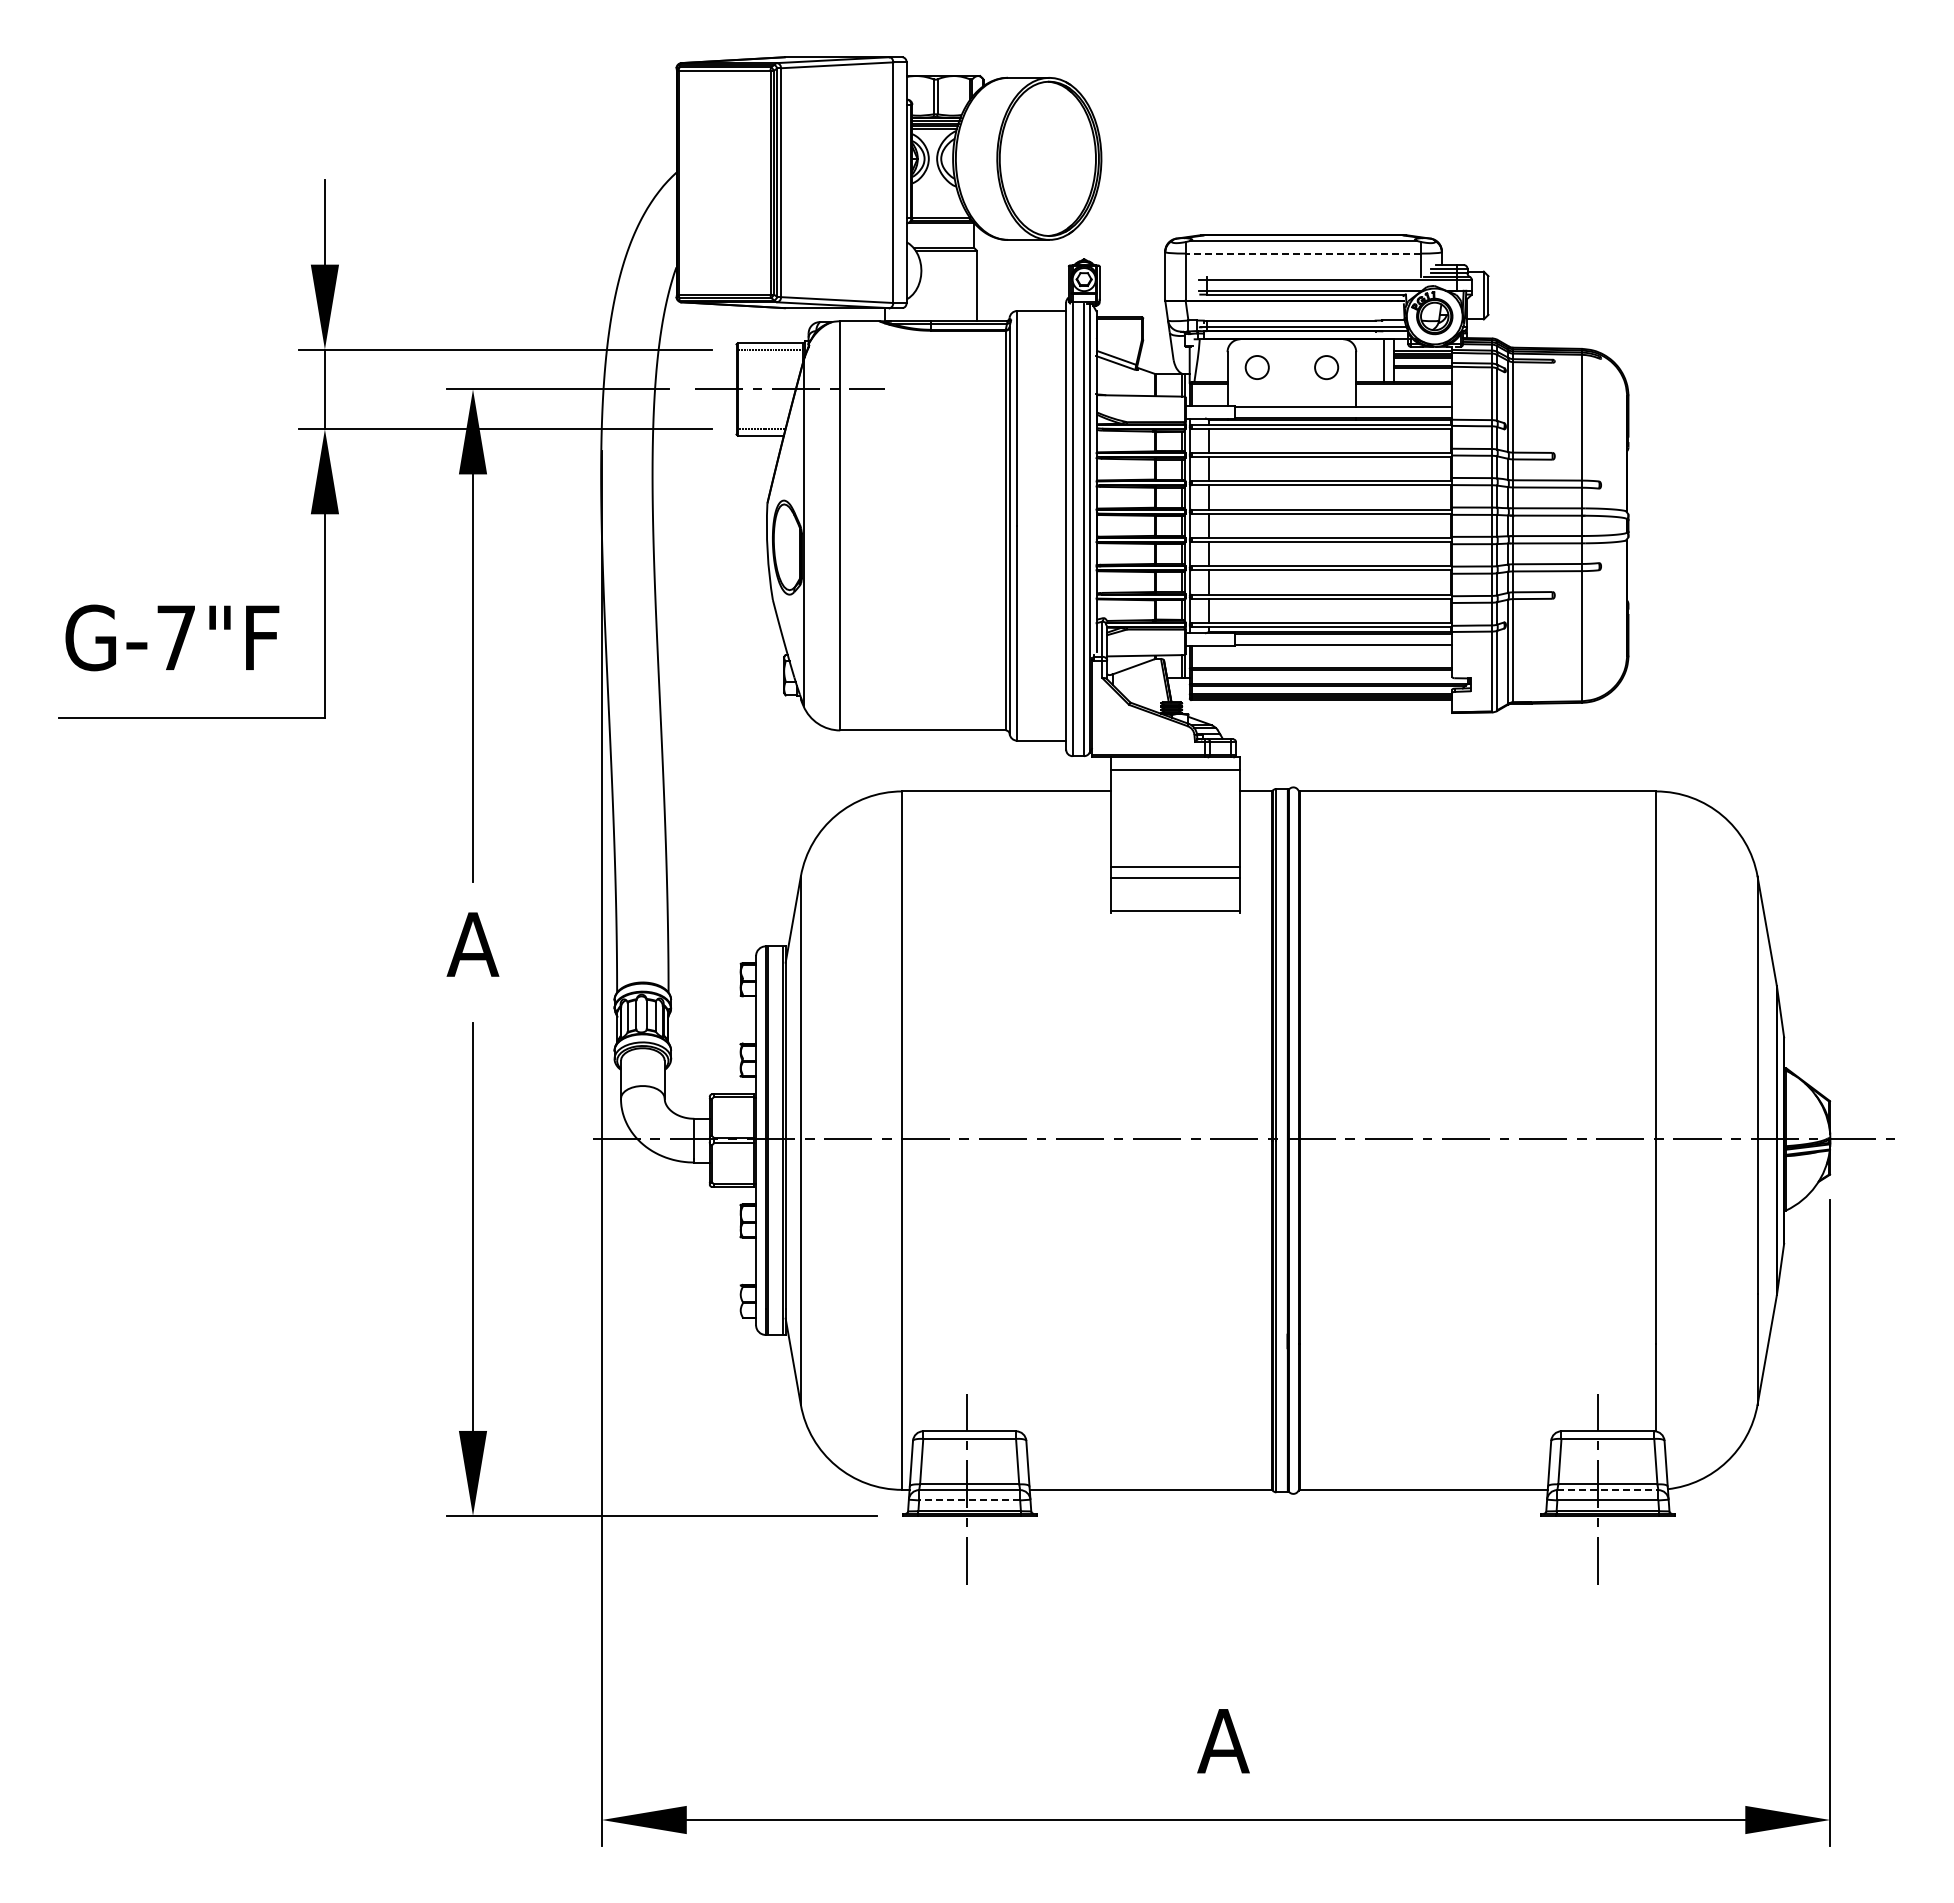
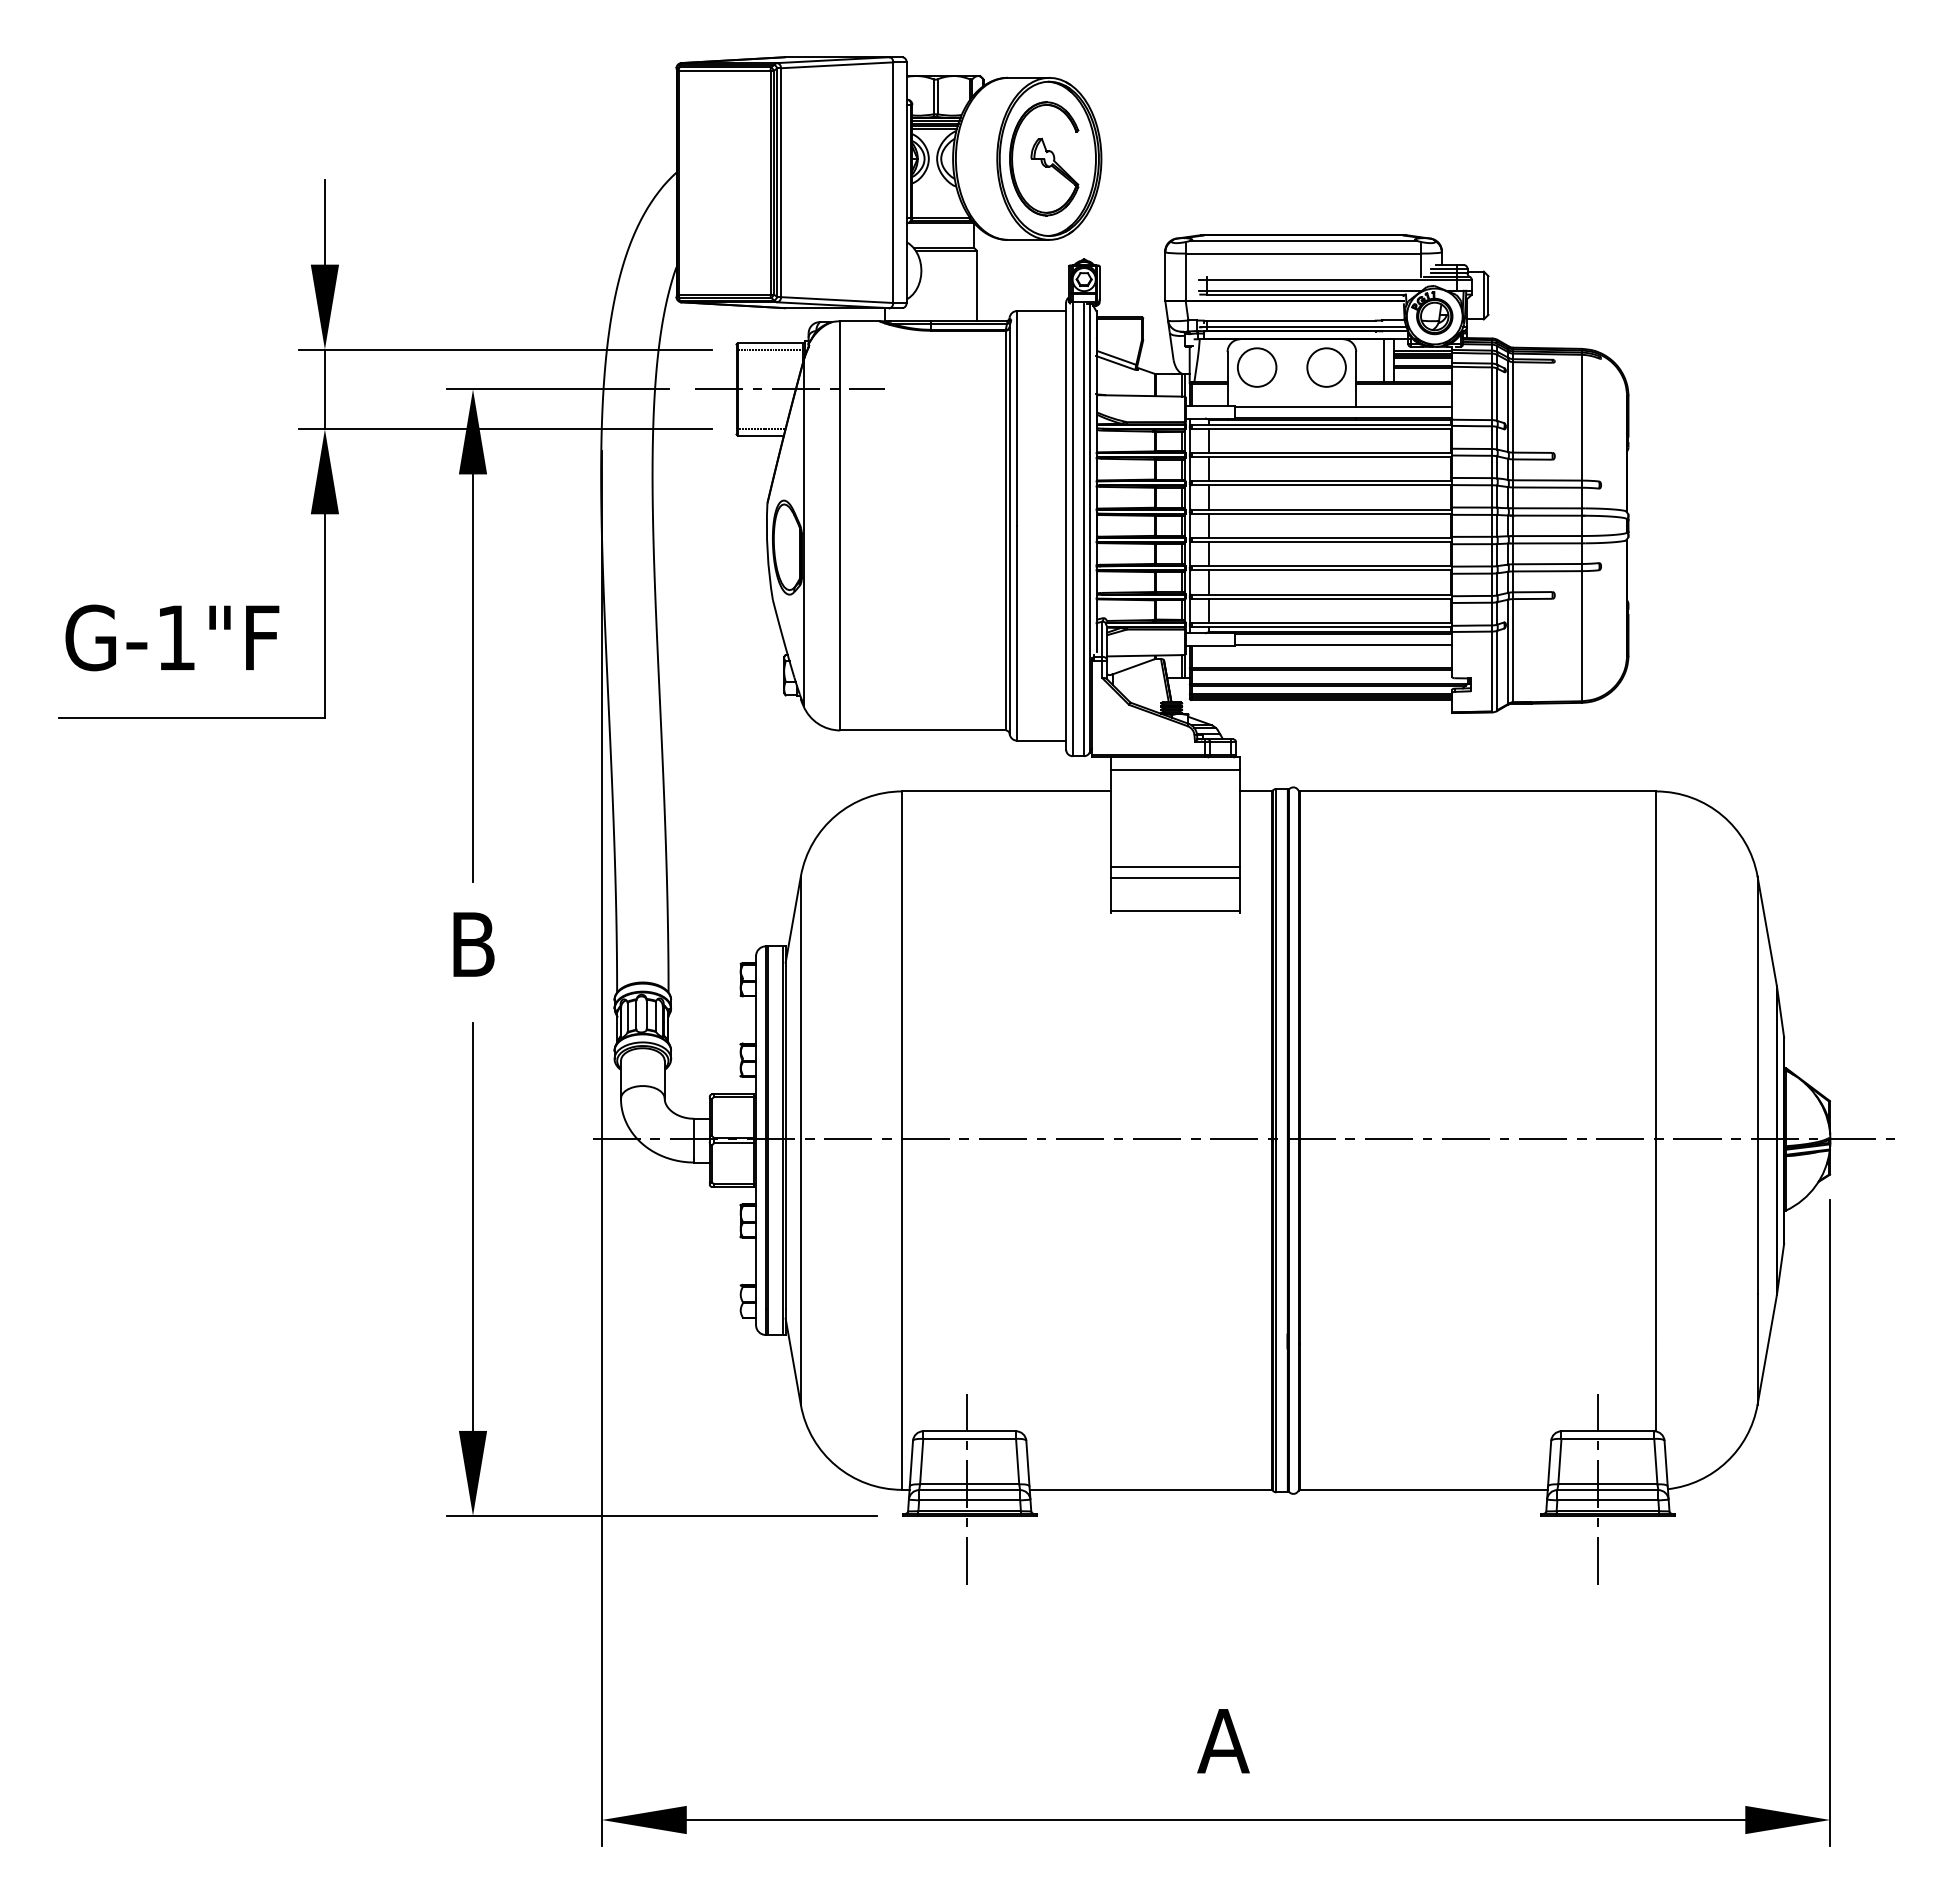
part at (1044, 158): none -> present
line at (1303, 253): dashed -> solid
circle at (1256, 367) size: 26x25 px -> 41x41 px
circle at (1326, 367) diameter: 23 px -> 39 px
text at (175, 637): G-7"F -> G-1"F
text at (472, 944): A -> B
line at (1607, 1490): dashed -> solid
line at (969, 1500): dashed -> solid
